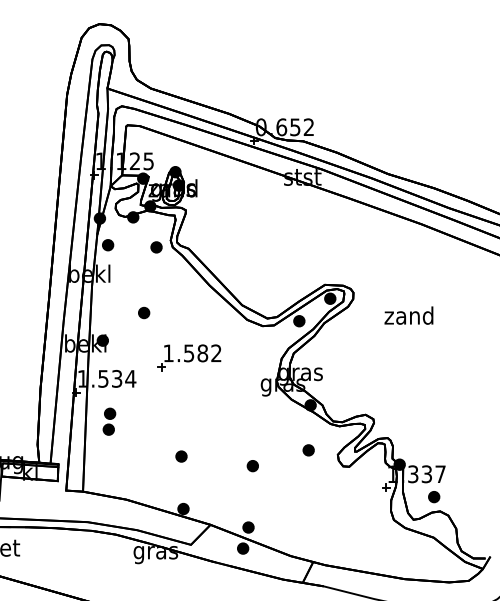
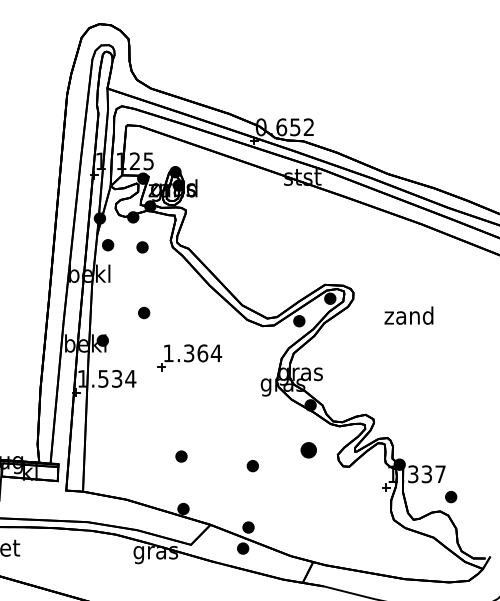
part at (156, 247) position: (156, 247) -> (142, 247)
text at (203, 353): 1.582 -> 1.364
part at (109, 421): present -> none
part at (308, 450) size: 13x13 px -> 17x17 px
part at (434, 497) position: (434, 497) -> (451, 497)
